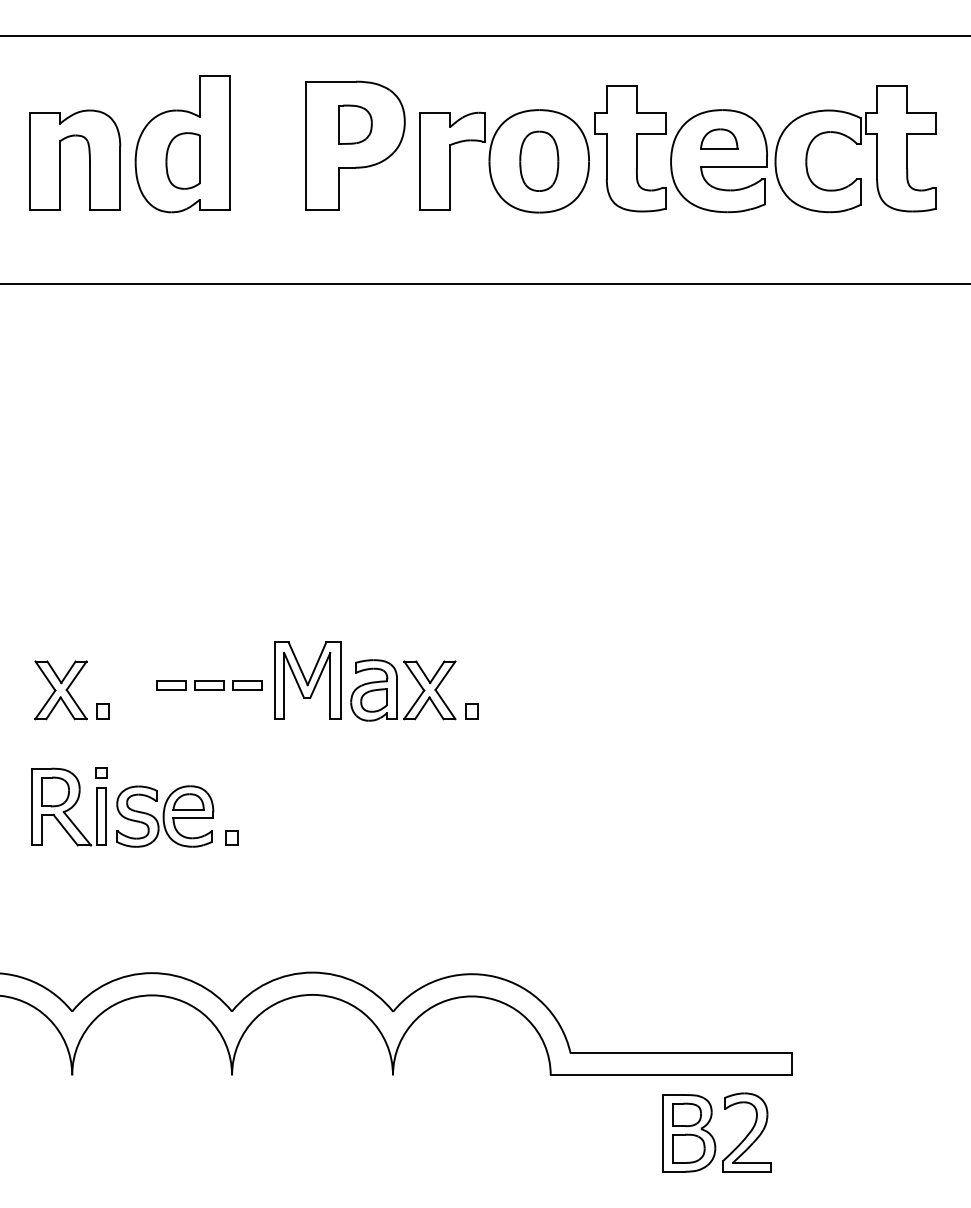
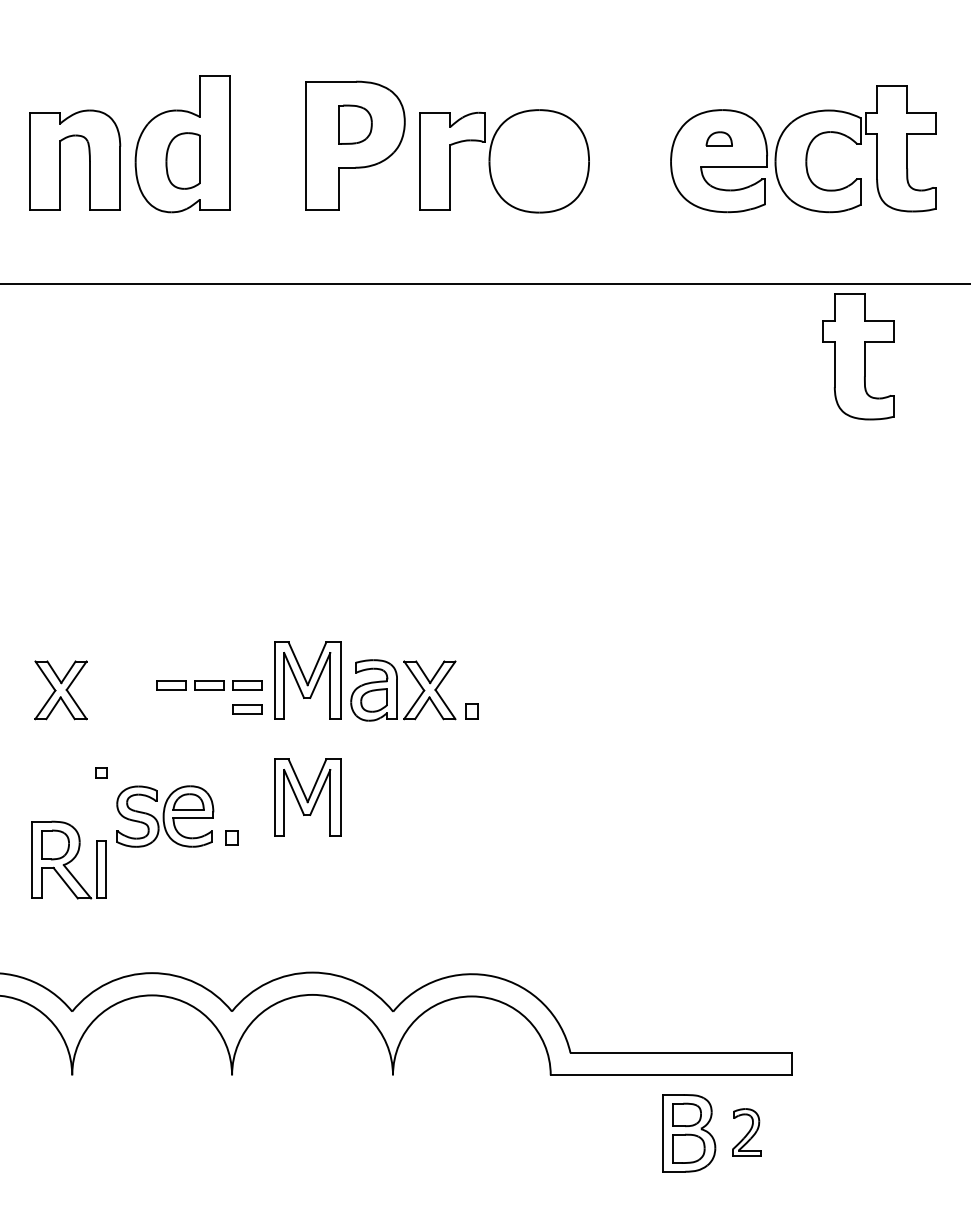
line at (484, 36): present -> none
part at (719, 138) size: 39x22 px -> 28x16 px
part at (630, 148) position: (630, 148) -> (858, 356)
part at (539, 160): present -> none
part at (247, 709): none -> present
part at (102, 711): present -> none
part at (307, 797): none -> present
part at (68, 806) position: (68, 806) -> (68, 859)
part at (746, 1132) size: 50x81 px -> 30x49 px
